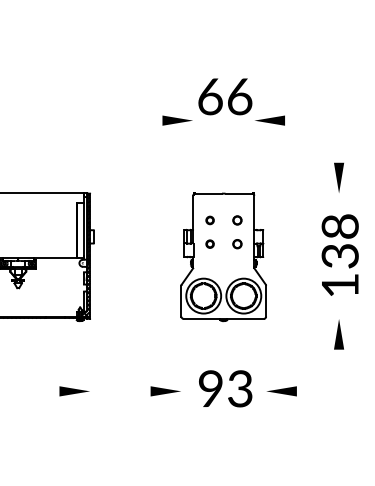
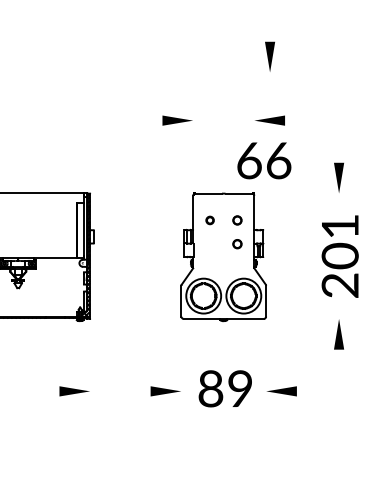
part at (269, 56): none -> present
text at (225, 96) position: (225, 96) -> (264, 160)
part at (209, 243): present -> none
text at (339, 255): 138 -> 201
text at (225, 388): 93 -> 89
